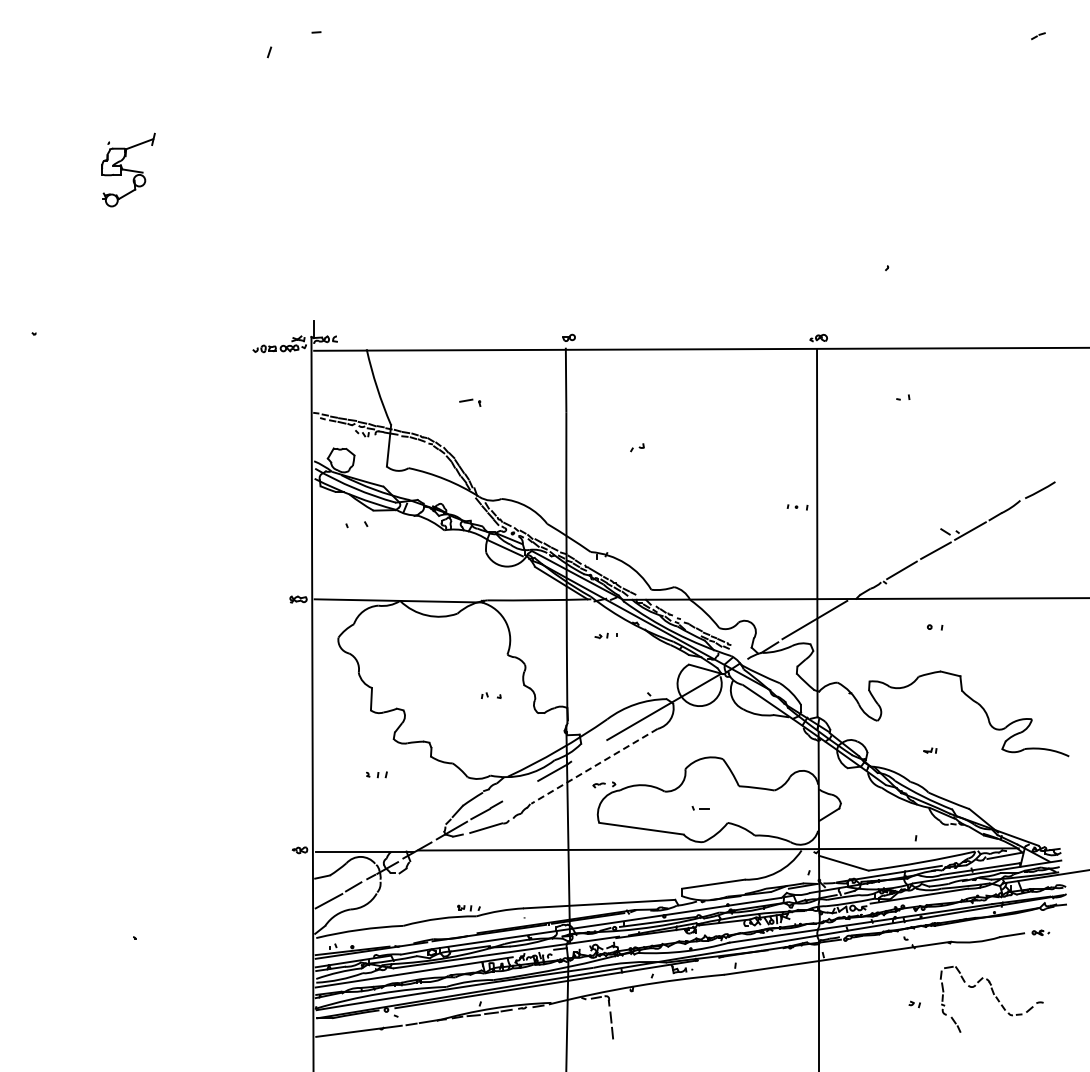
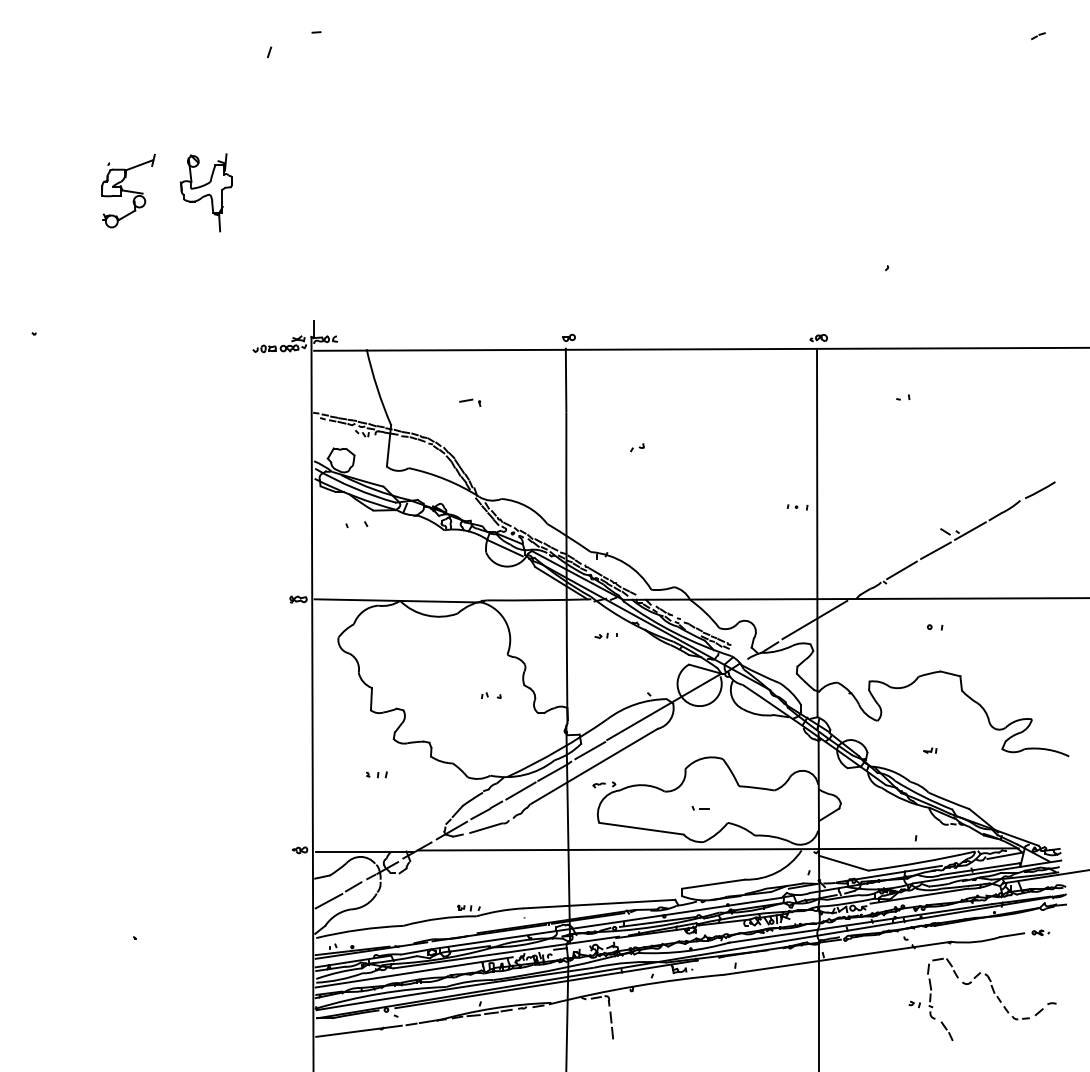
part at (128, 169) position: (128, 169) -> (128, 190)
part at (206, 192): none -> present
line at (590, 750): none -> present
line at (594, 766): dashed -> solid
line at (520, 790): none -> present
part at (991, 999) size: 105x67 px -> 130x84 px
